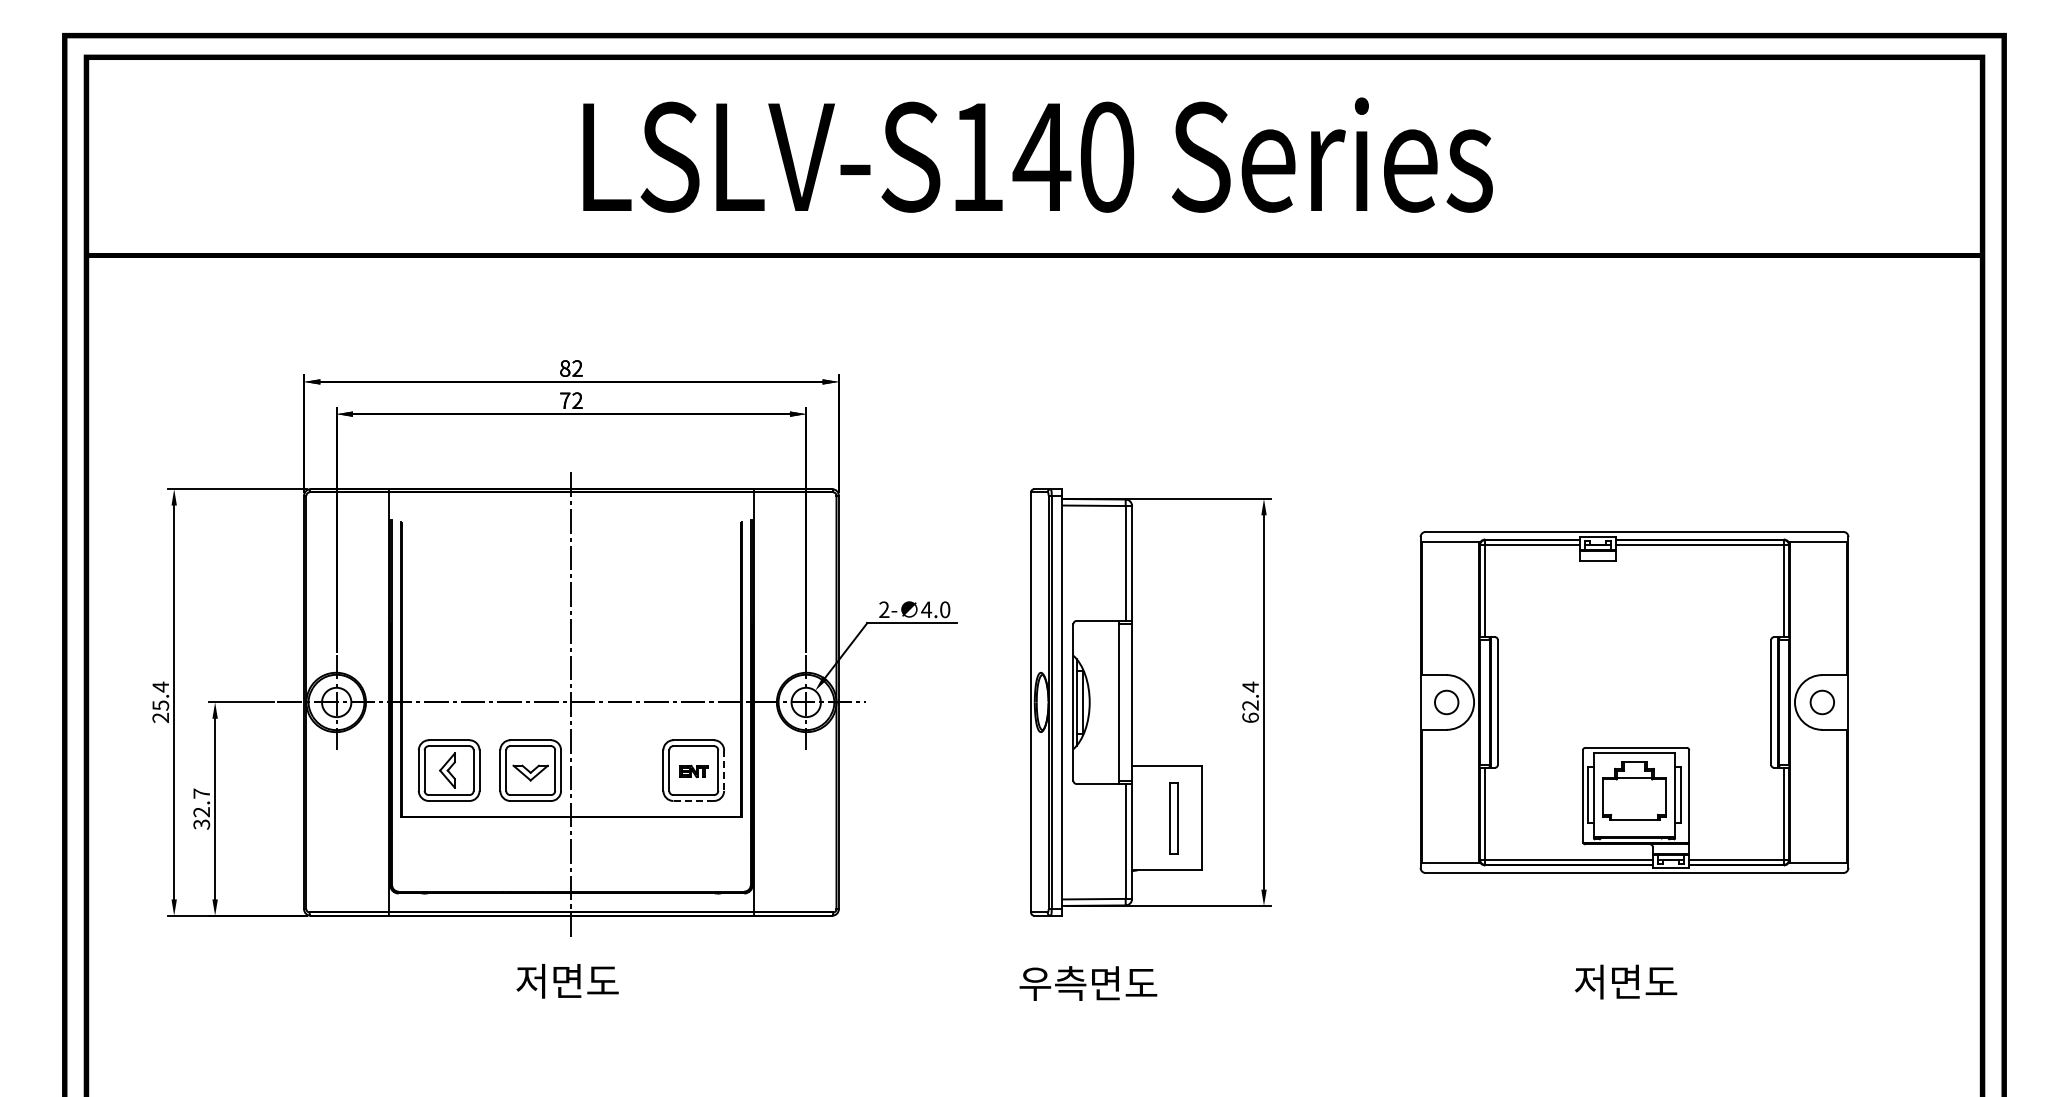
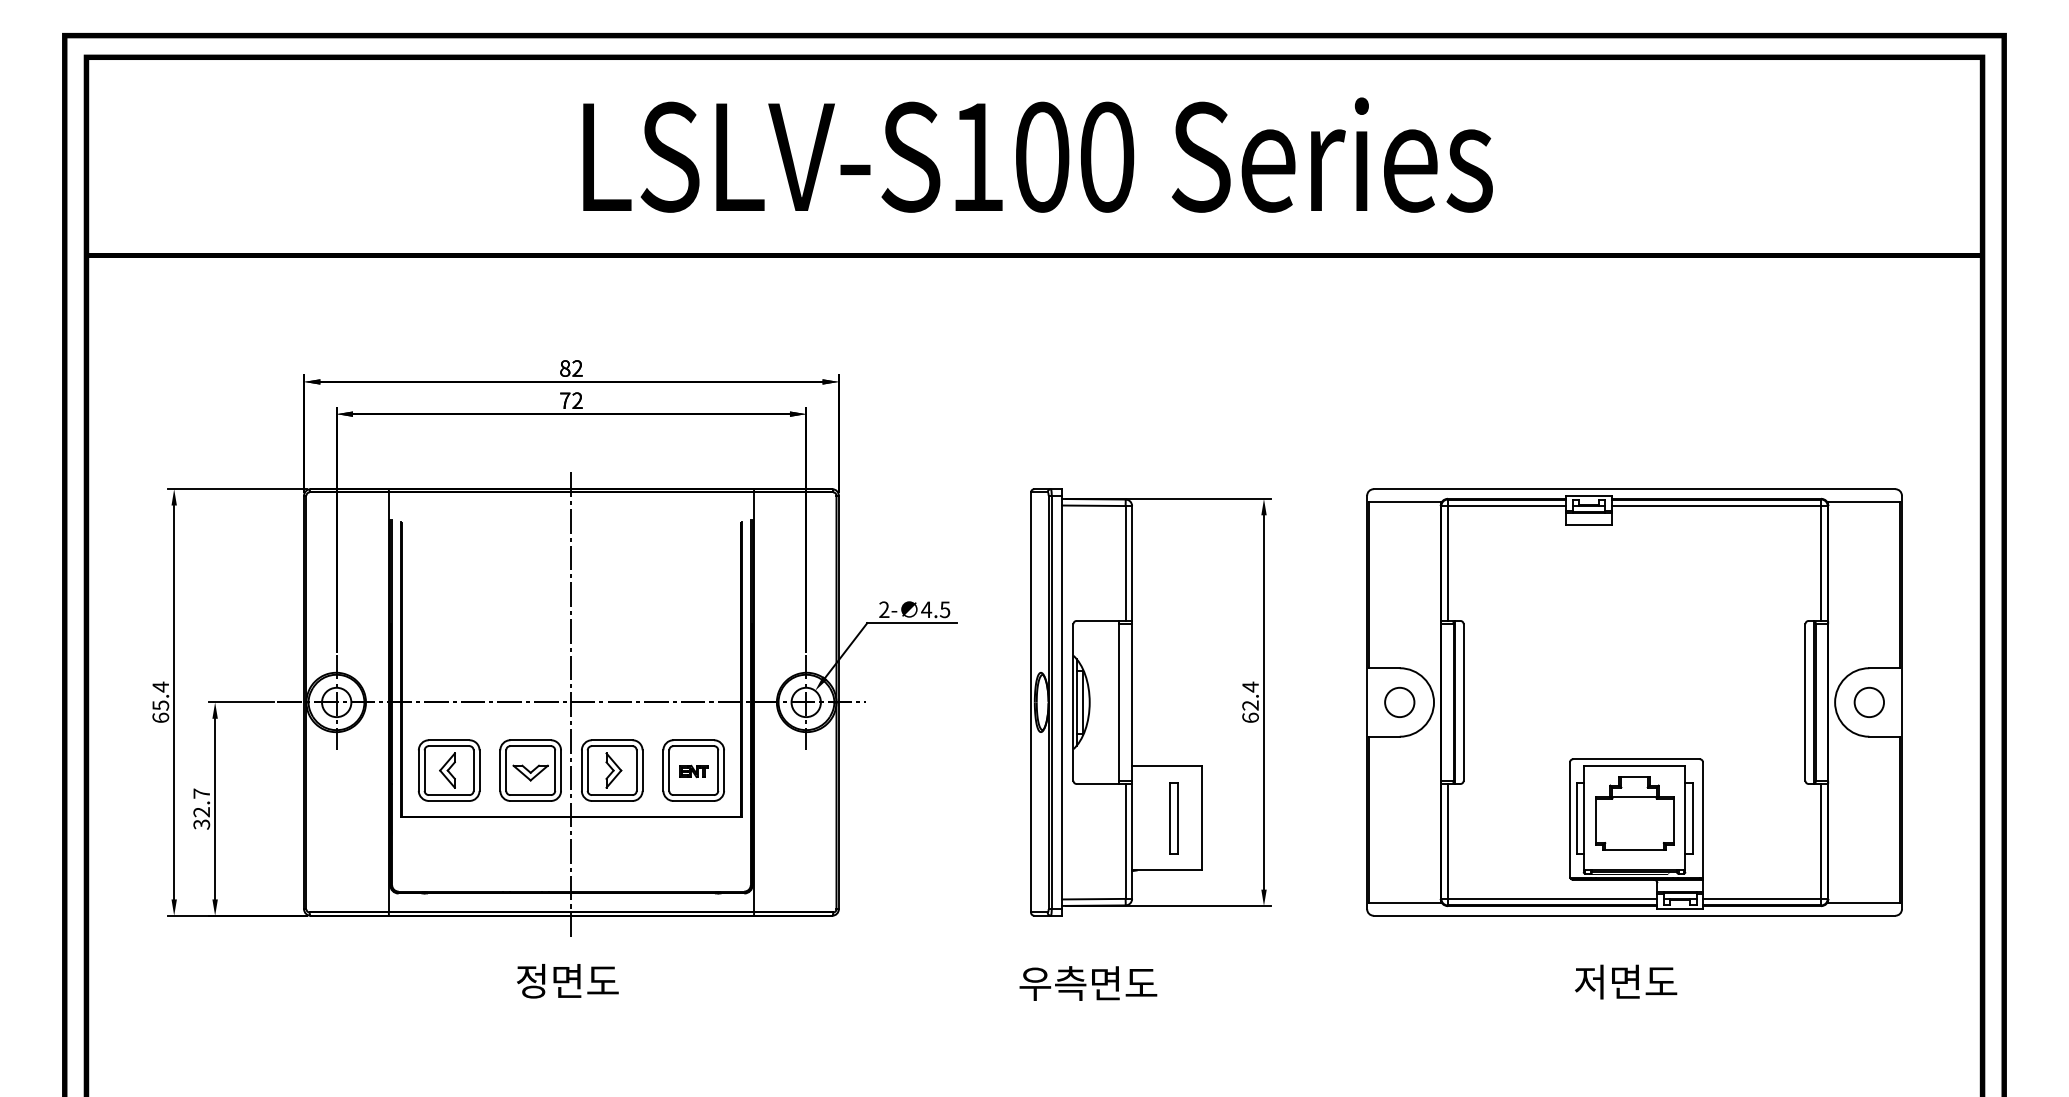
text at (1041, 156): LSLV-S140 -> LSLV-S100
text at (945, 609): 4.0 -> 4.5
part at (1634, 702) size: 431x343 px -> 537x429 px
text at (160, 717): 25.4 -> 65.4
part at (612, 770): none -> present
line at (724, 771): dashed -> solid
line at (693, 800): dashed -> solid
text at (530, 982): 저면도 -> 정면도
